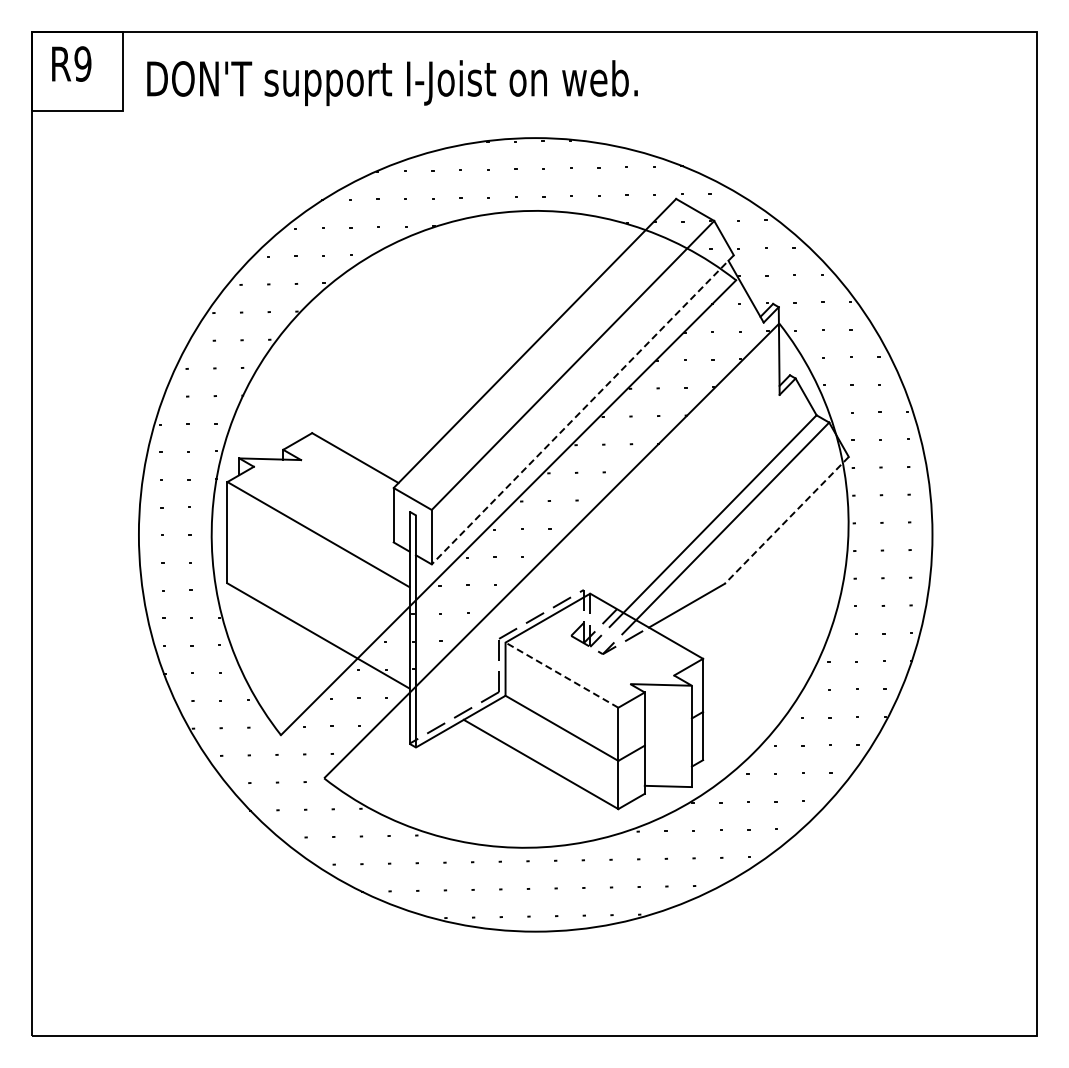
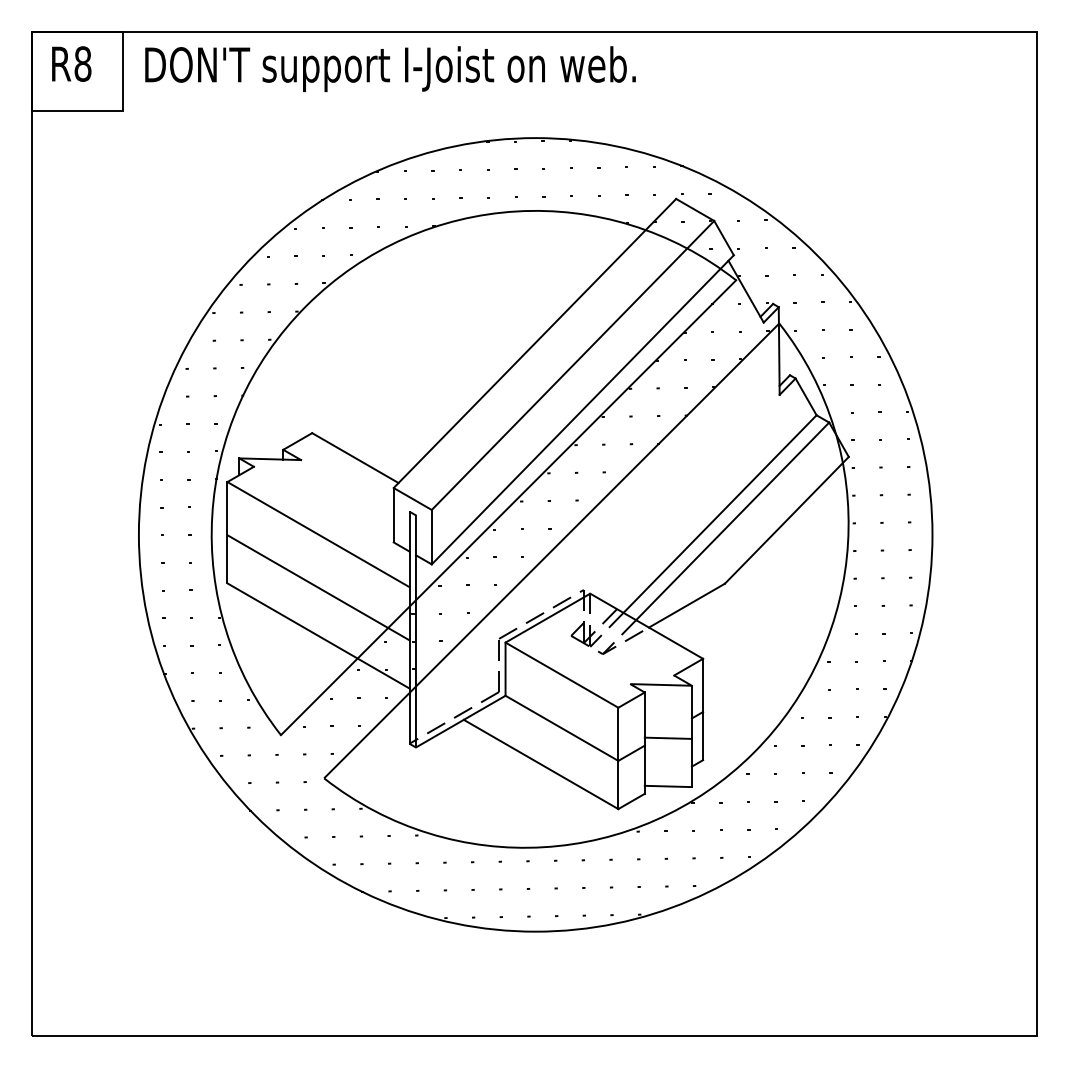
text at (82, 63): R9 -> R8
text at (392, 82) position: (392, 82) -> (390, 68)
line at (582, 410): dashed -> solid
line at (786, 520): dashed -> solid
line at (318, 587): none -> present
line at (561, 674): dashed -> solid
line at (667, 737): none -> present
